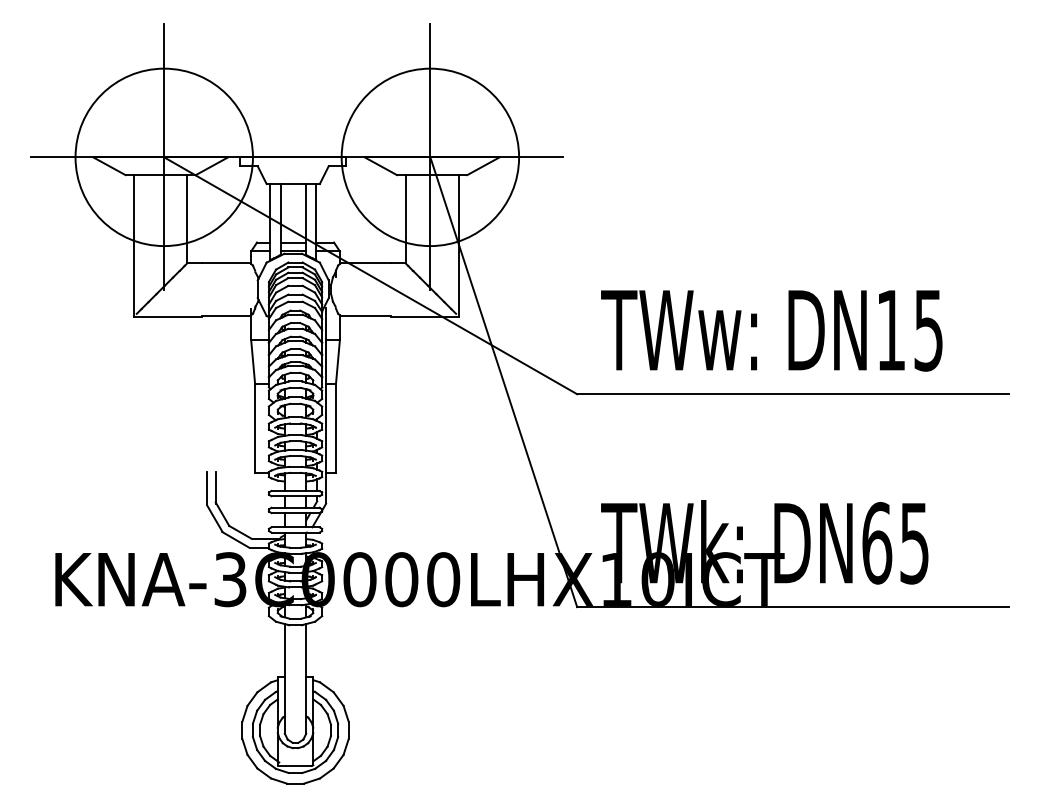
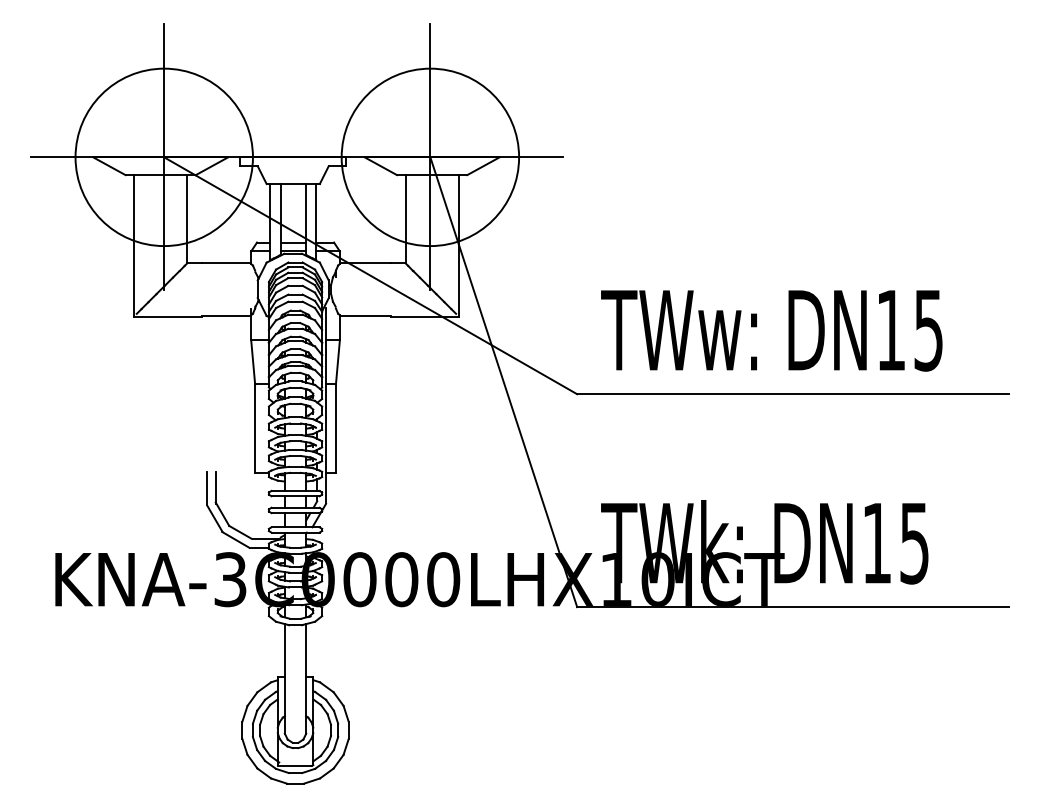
text at (877, 543): DN65 -> DN15
